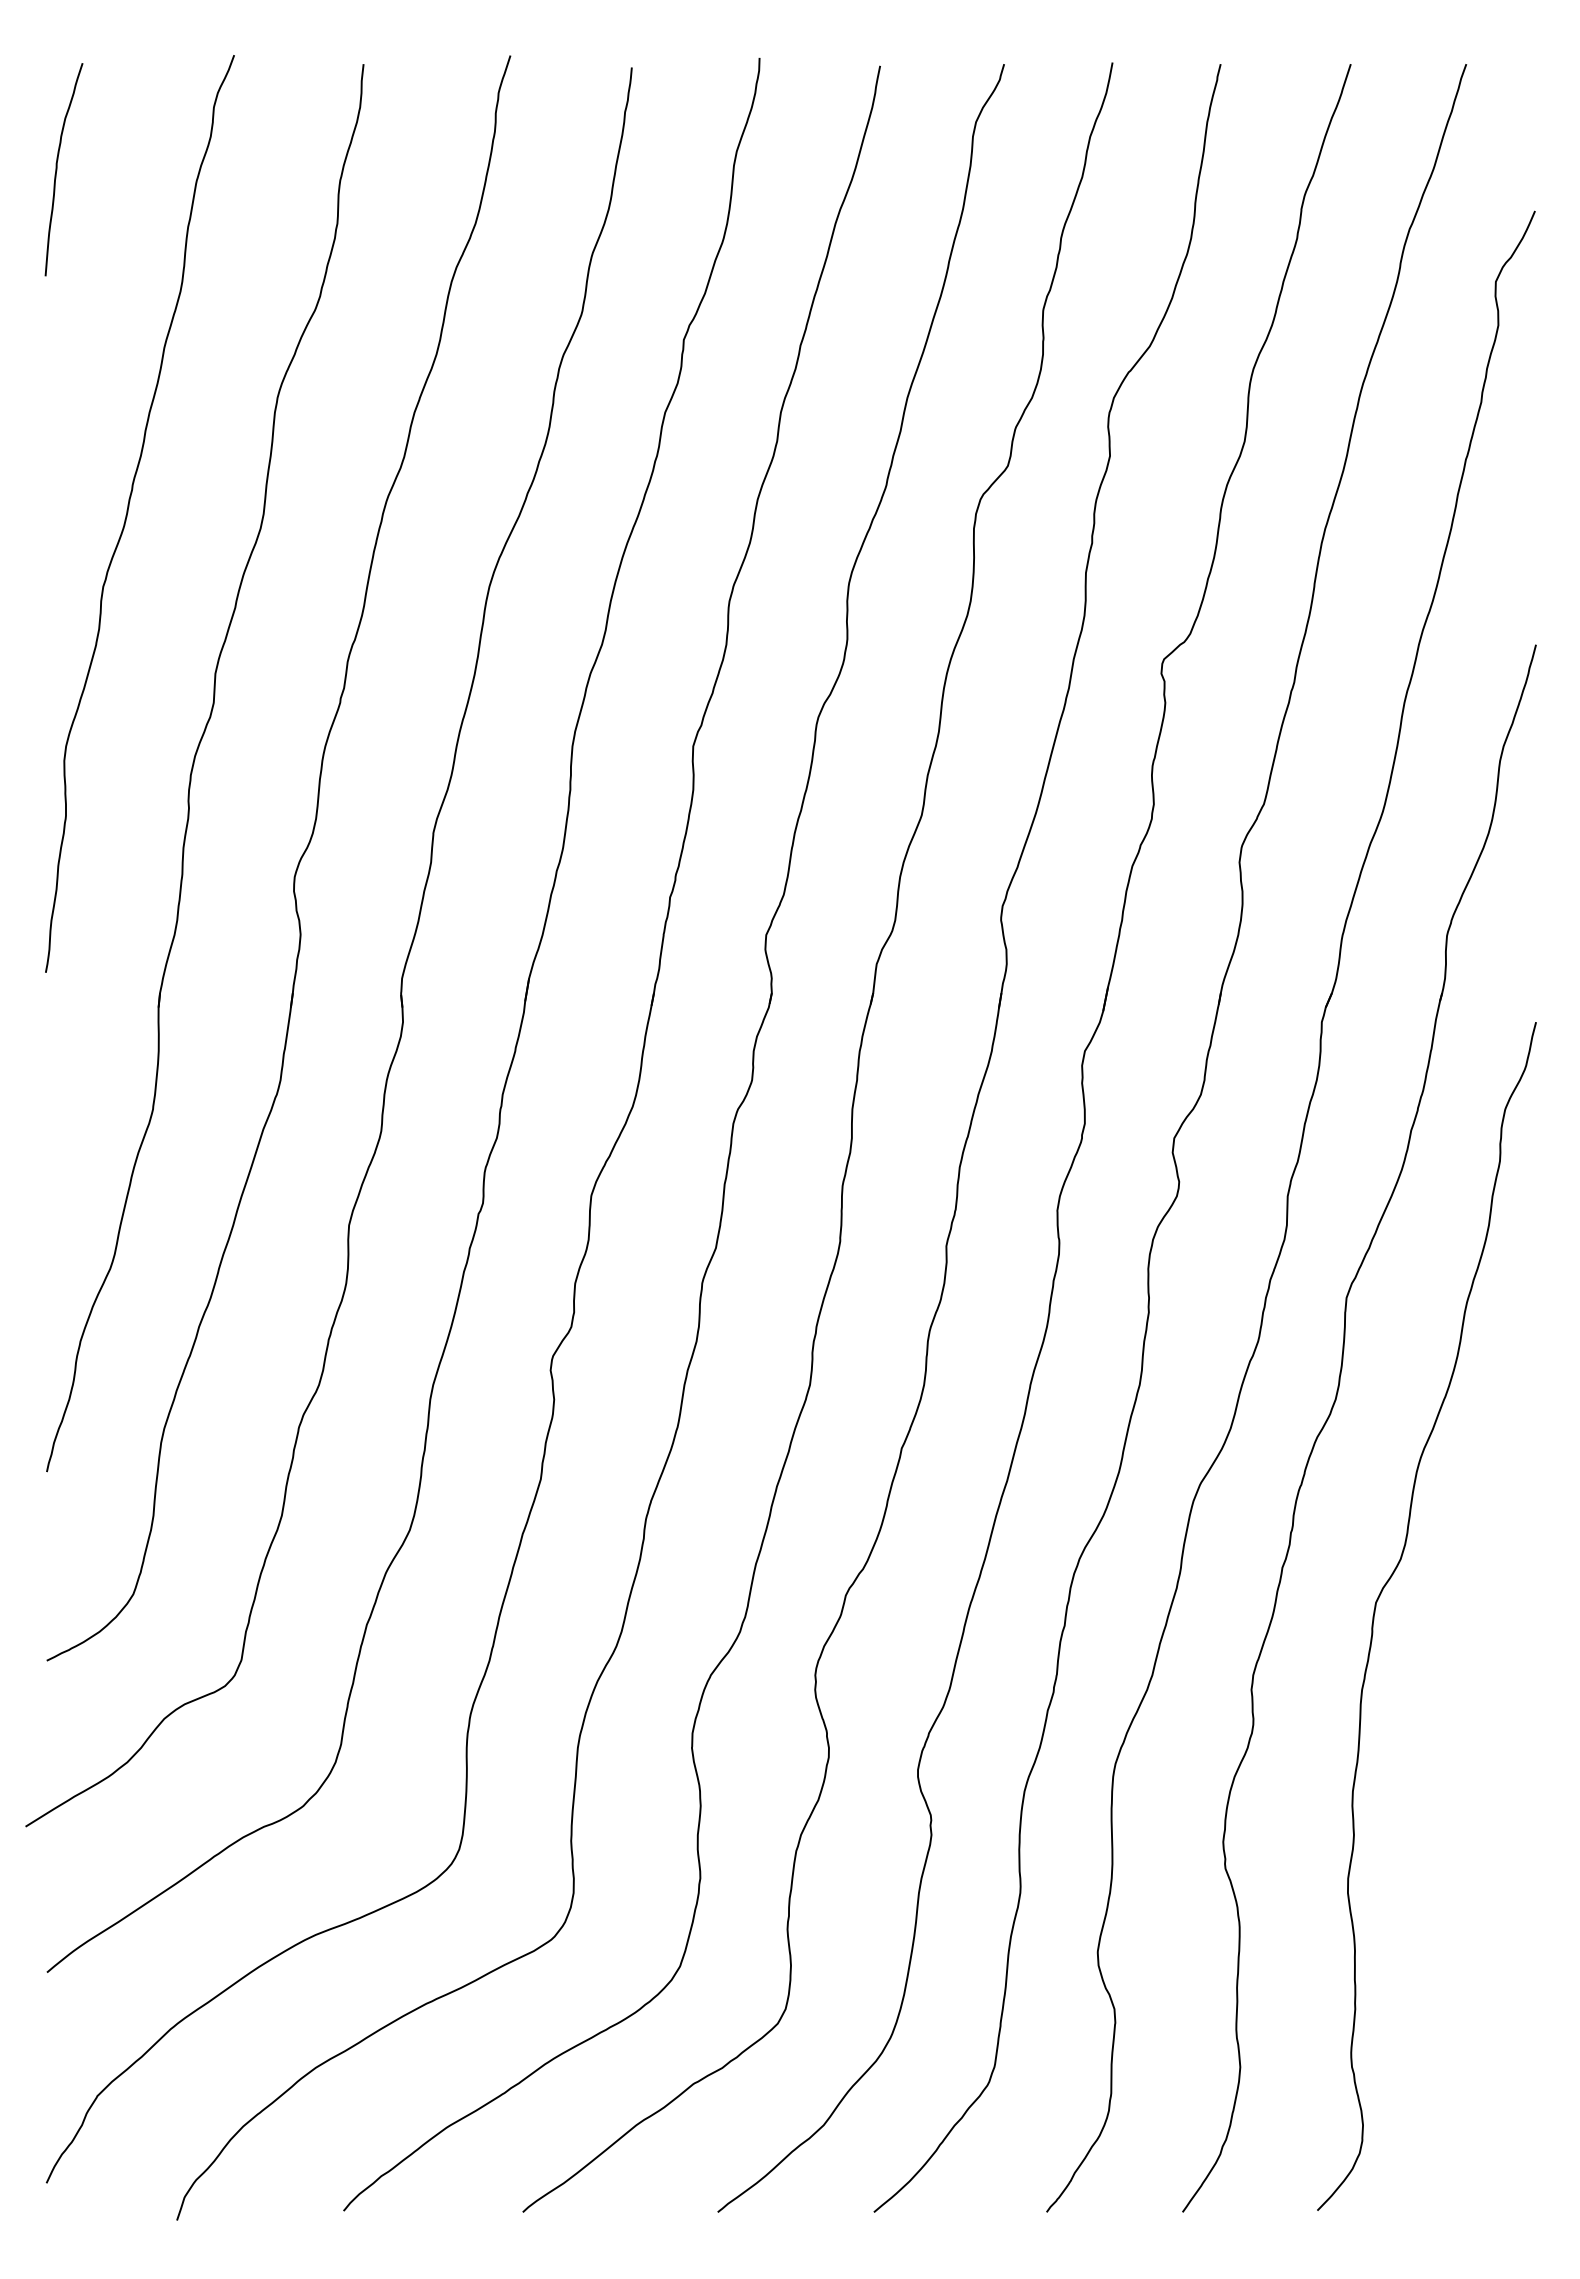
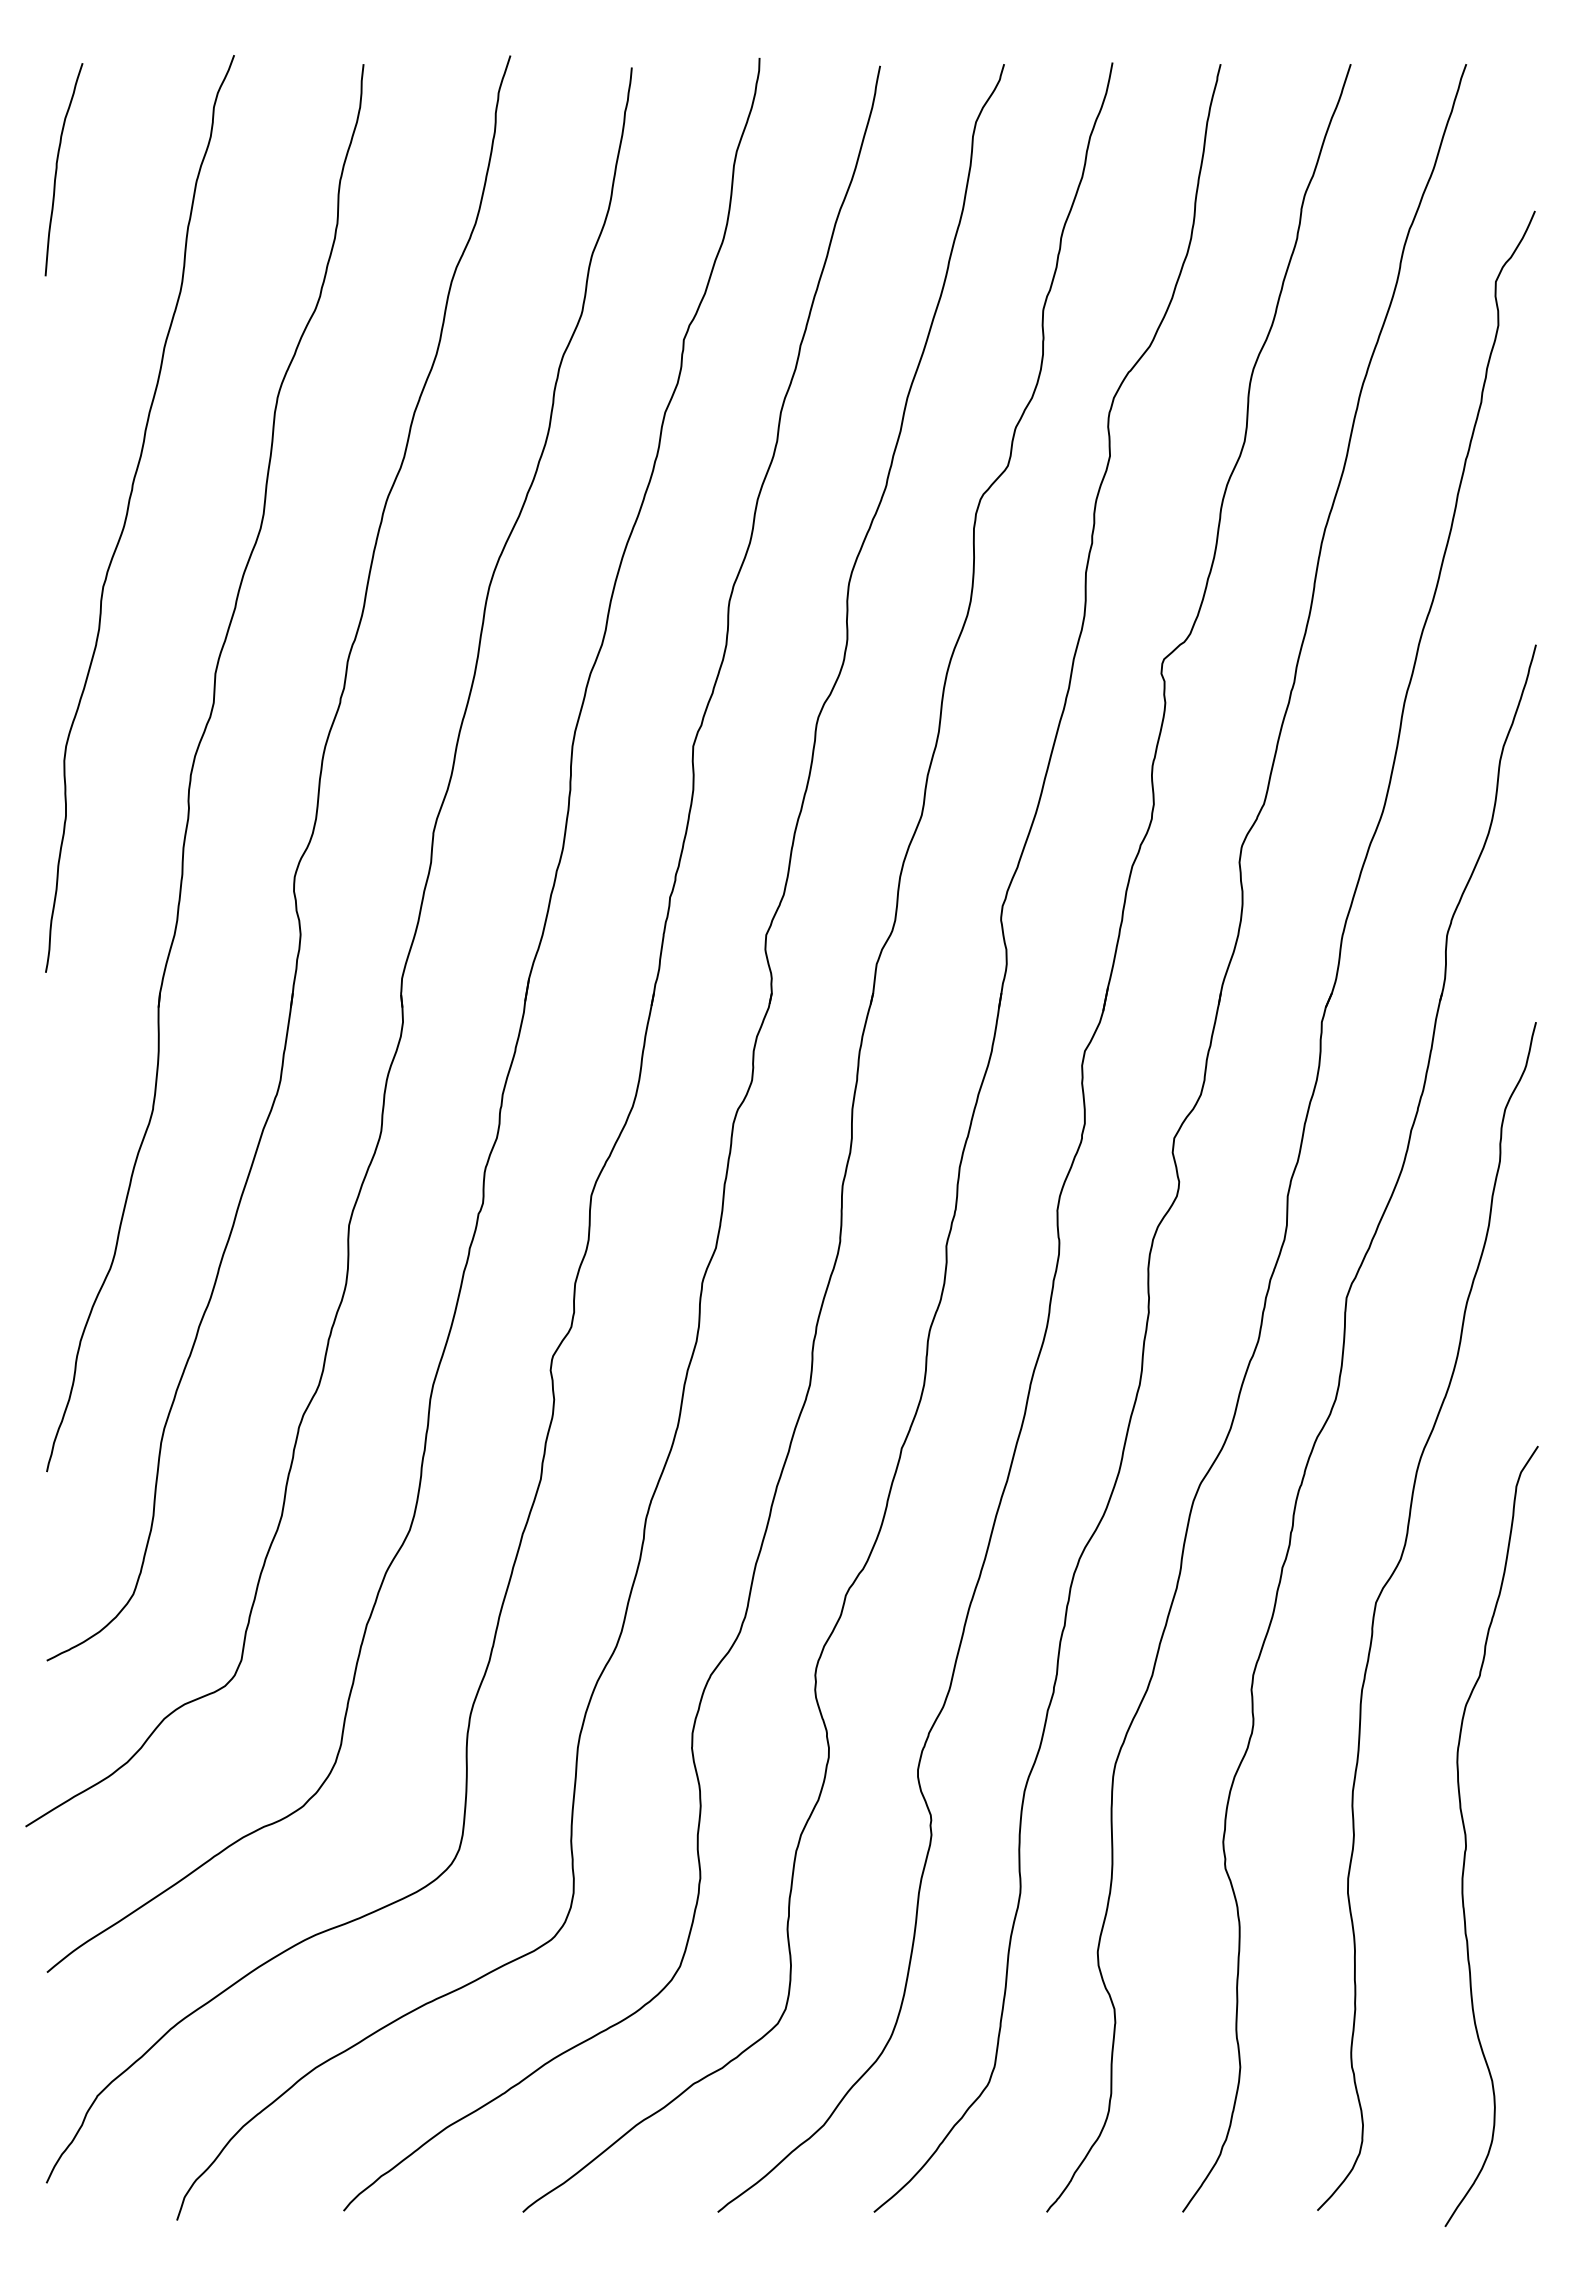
curve at (1466, 1836): none -> present
